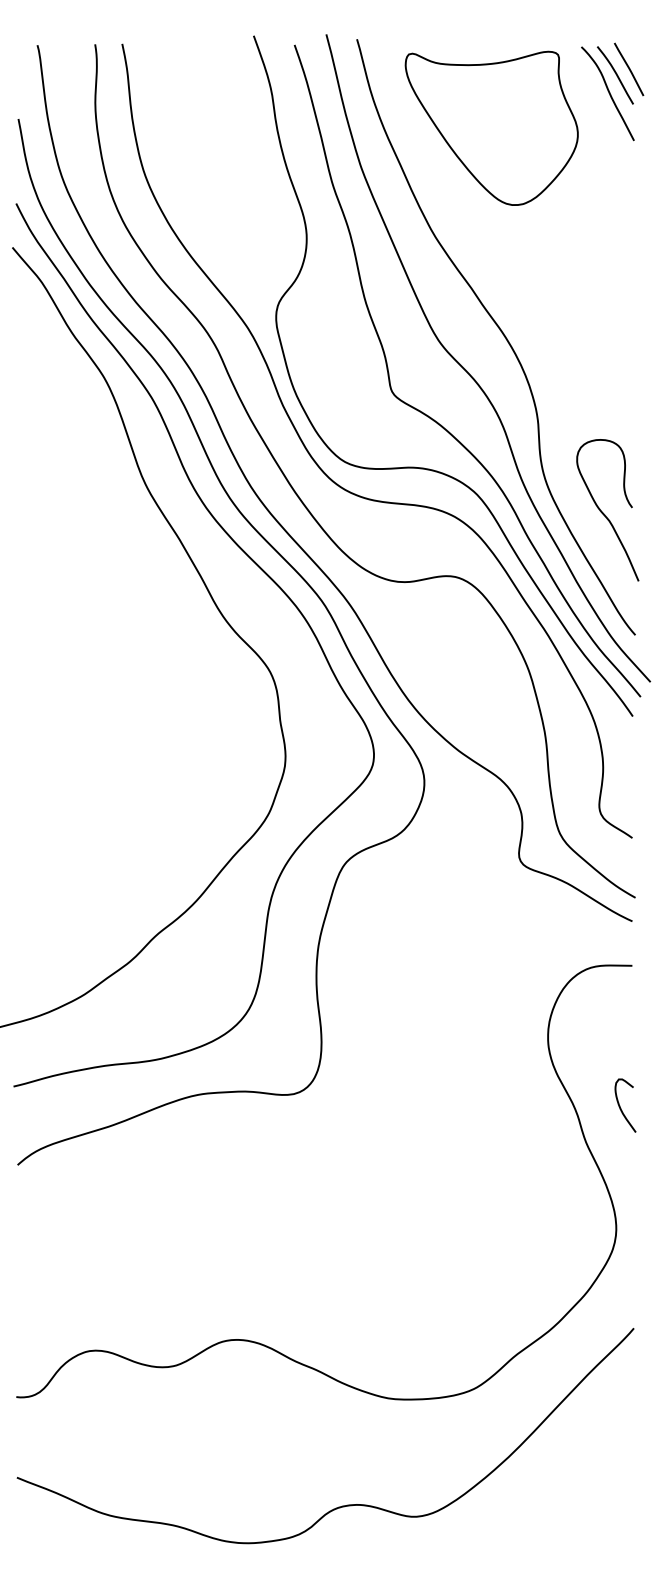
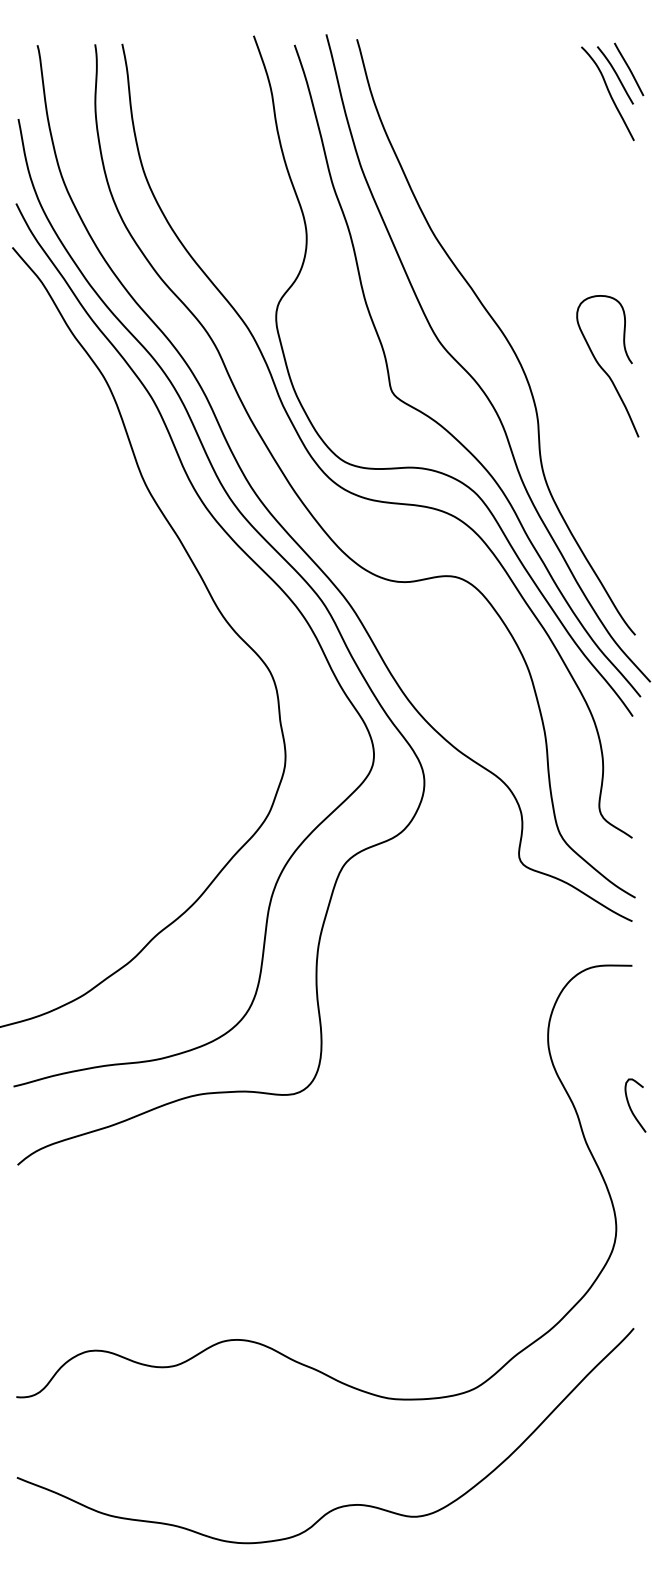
part at (491, 127): present -> none
curve at (604, 513) position: (604, 513) -> (604, 369)
curve at (620, 1105) position: (620, 1105) -> (630, 1105)
